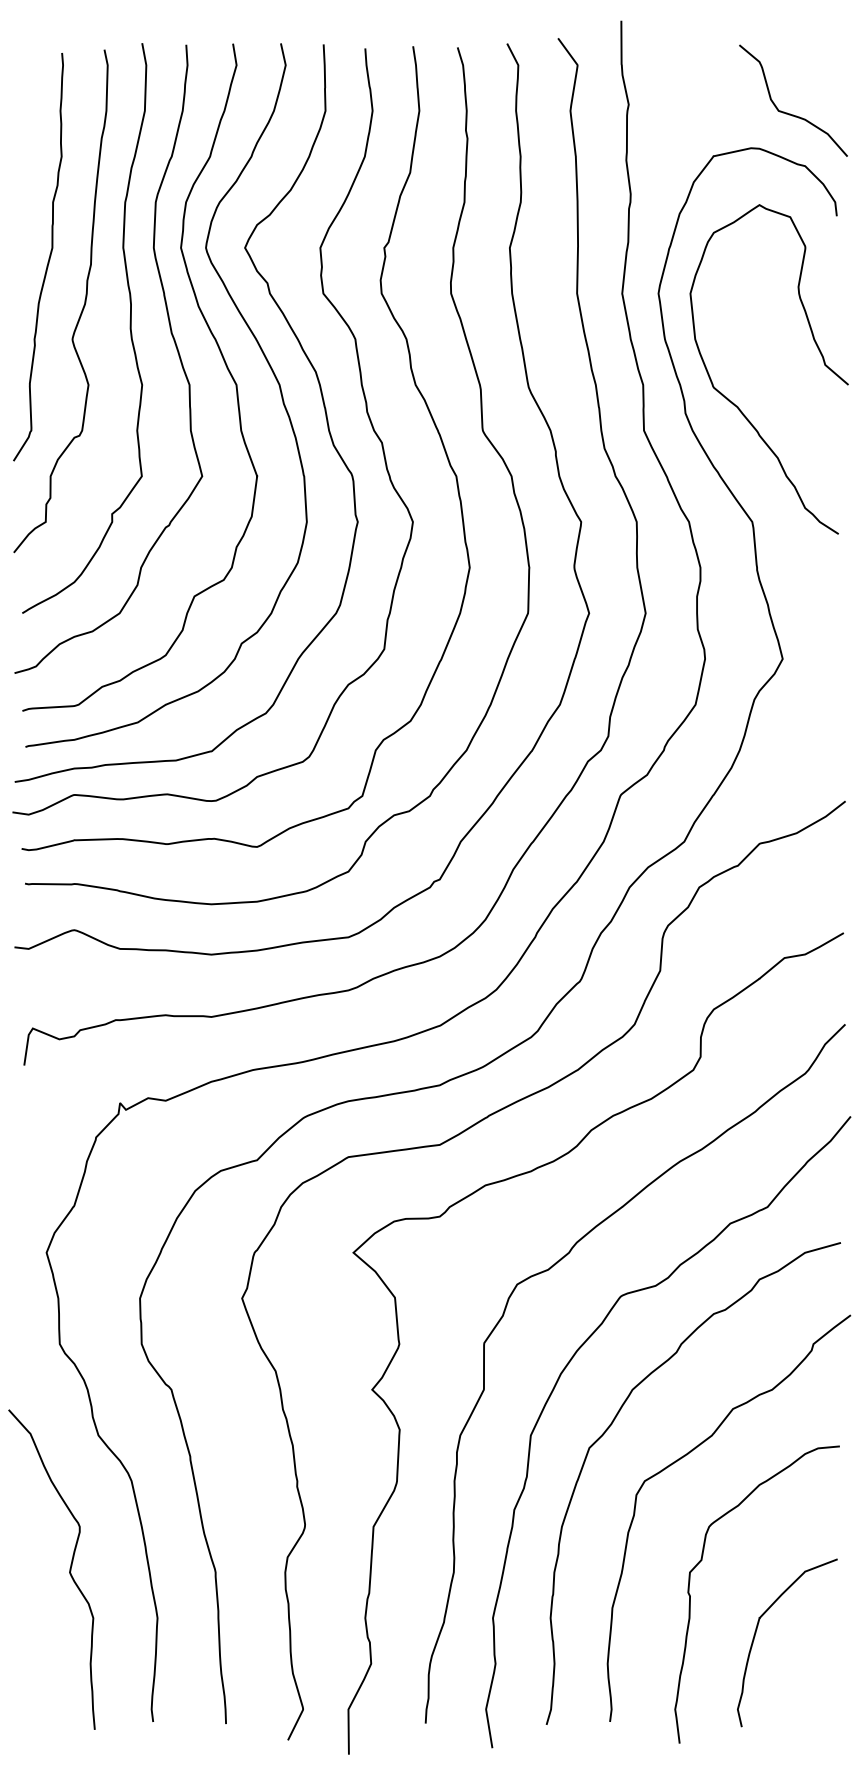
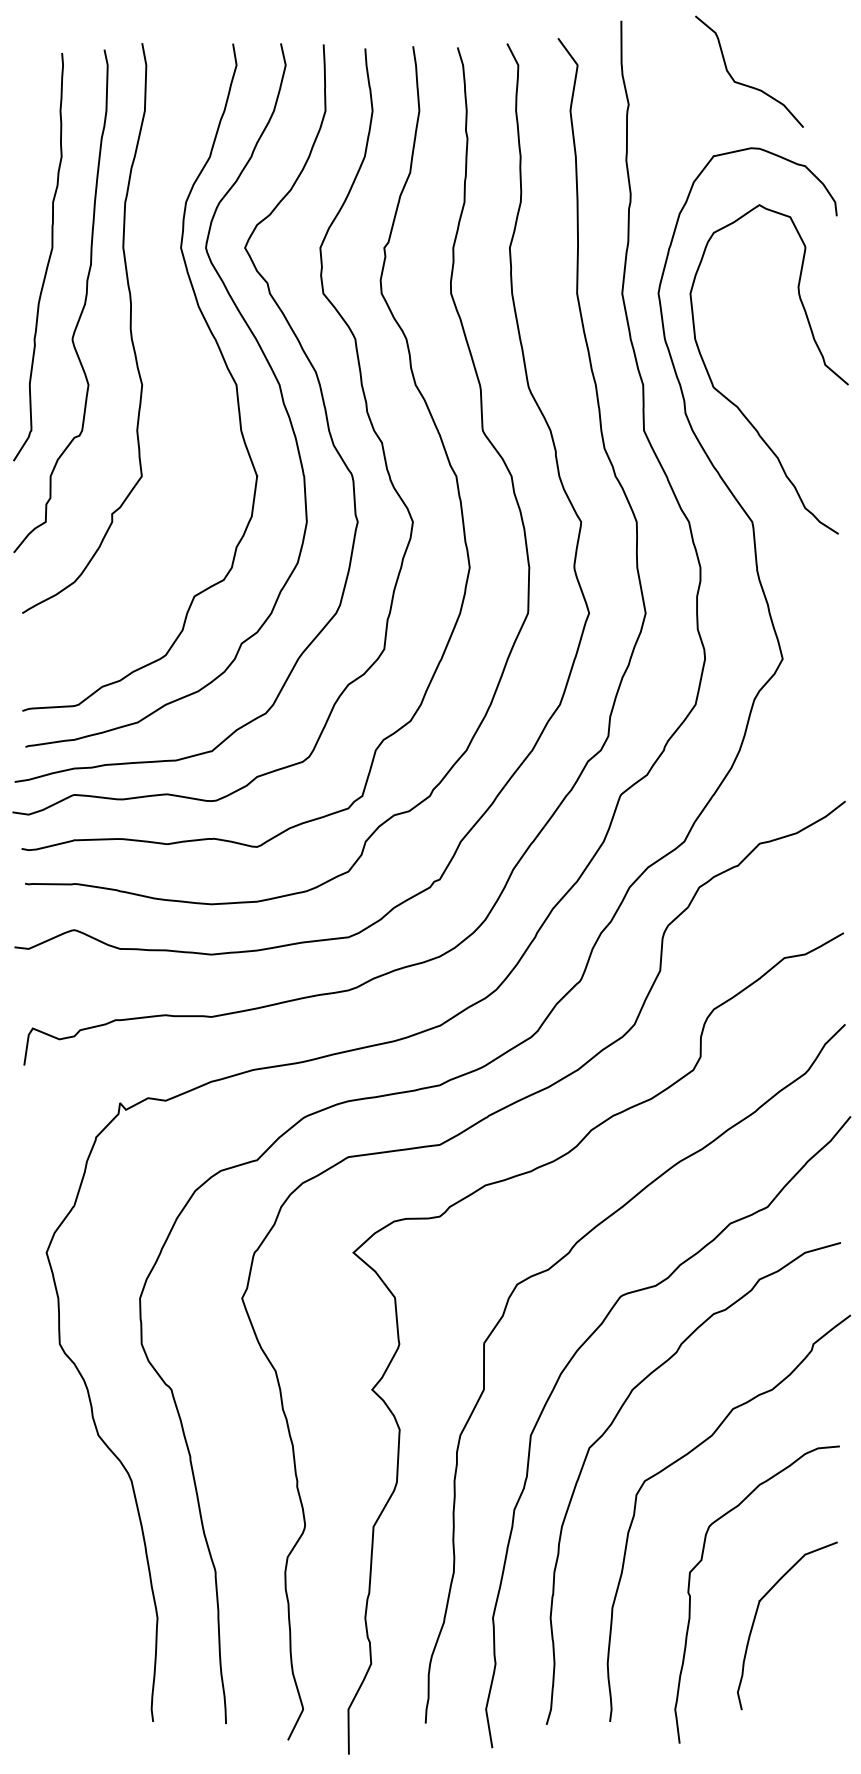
curve at (790, 113) position: (790, 113) -> (746, 84)
curve at (170, 333): present -> none
curve at (69, 1569): present -> none
curve at (756, 1633) position: (756, 1633) -> (756, 1616)
